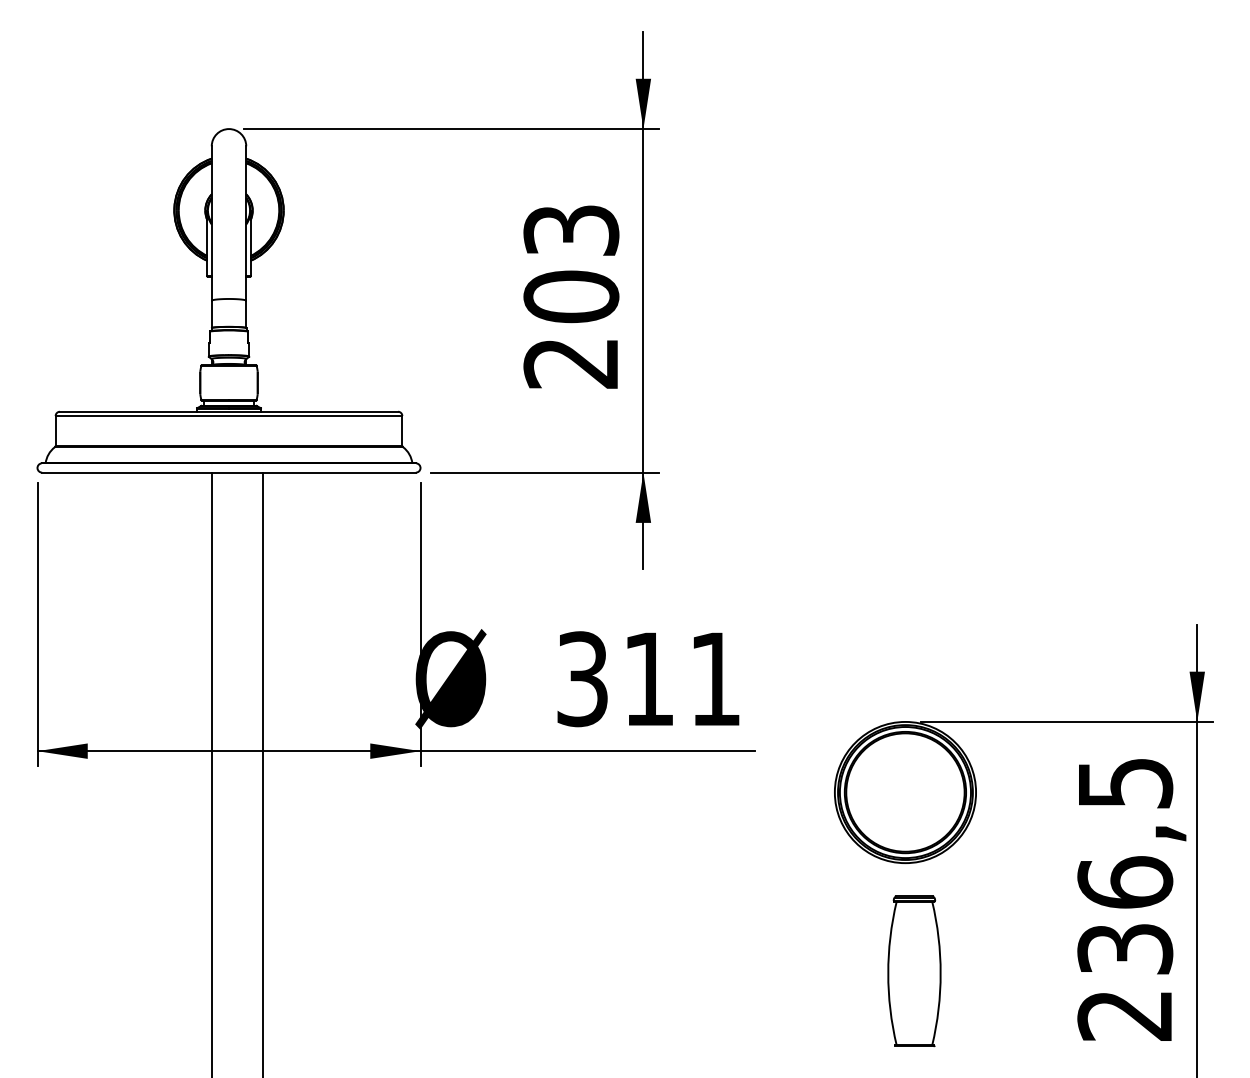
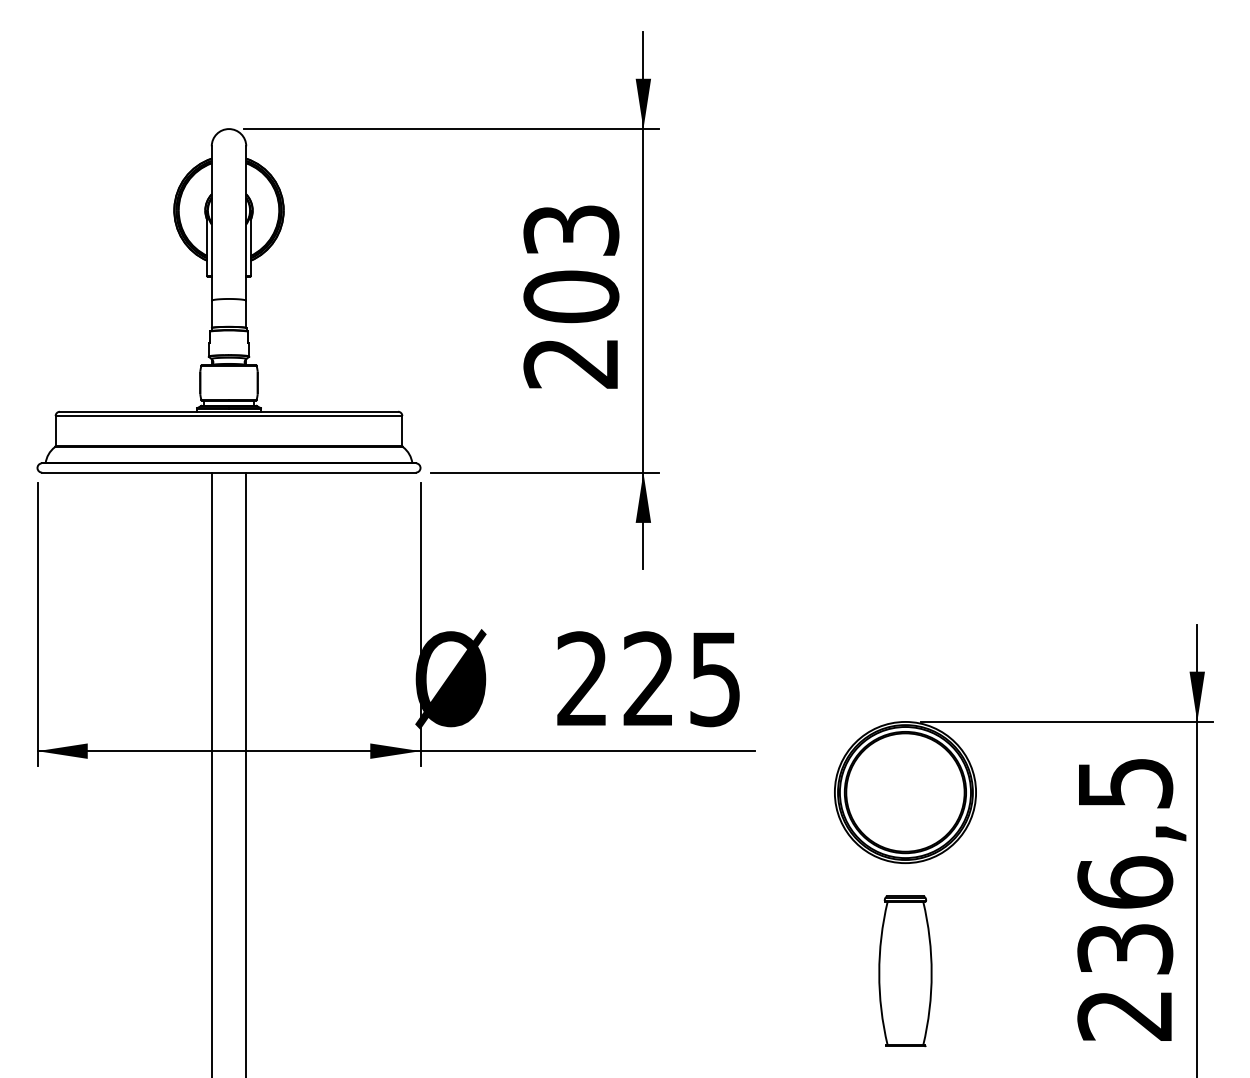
text at (648, 679): 311 -> 225
line at (262, 773) position: (262, 773) -> (245, 773)
part at (914, 971) position: (914, 971) -> (905, 971)
